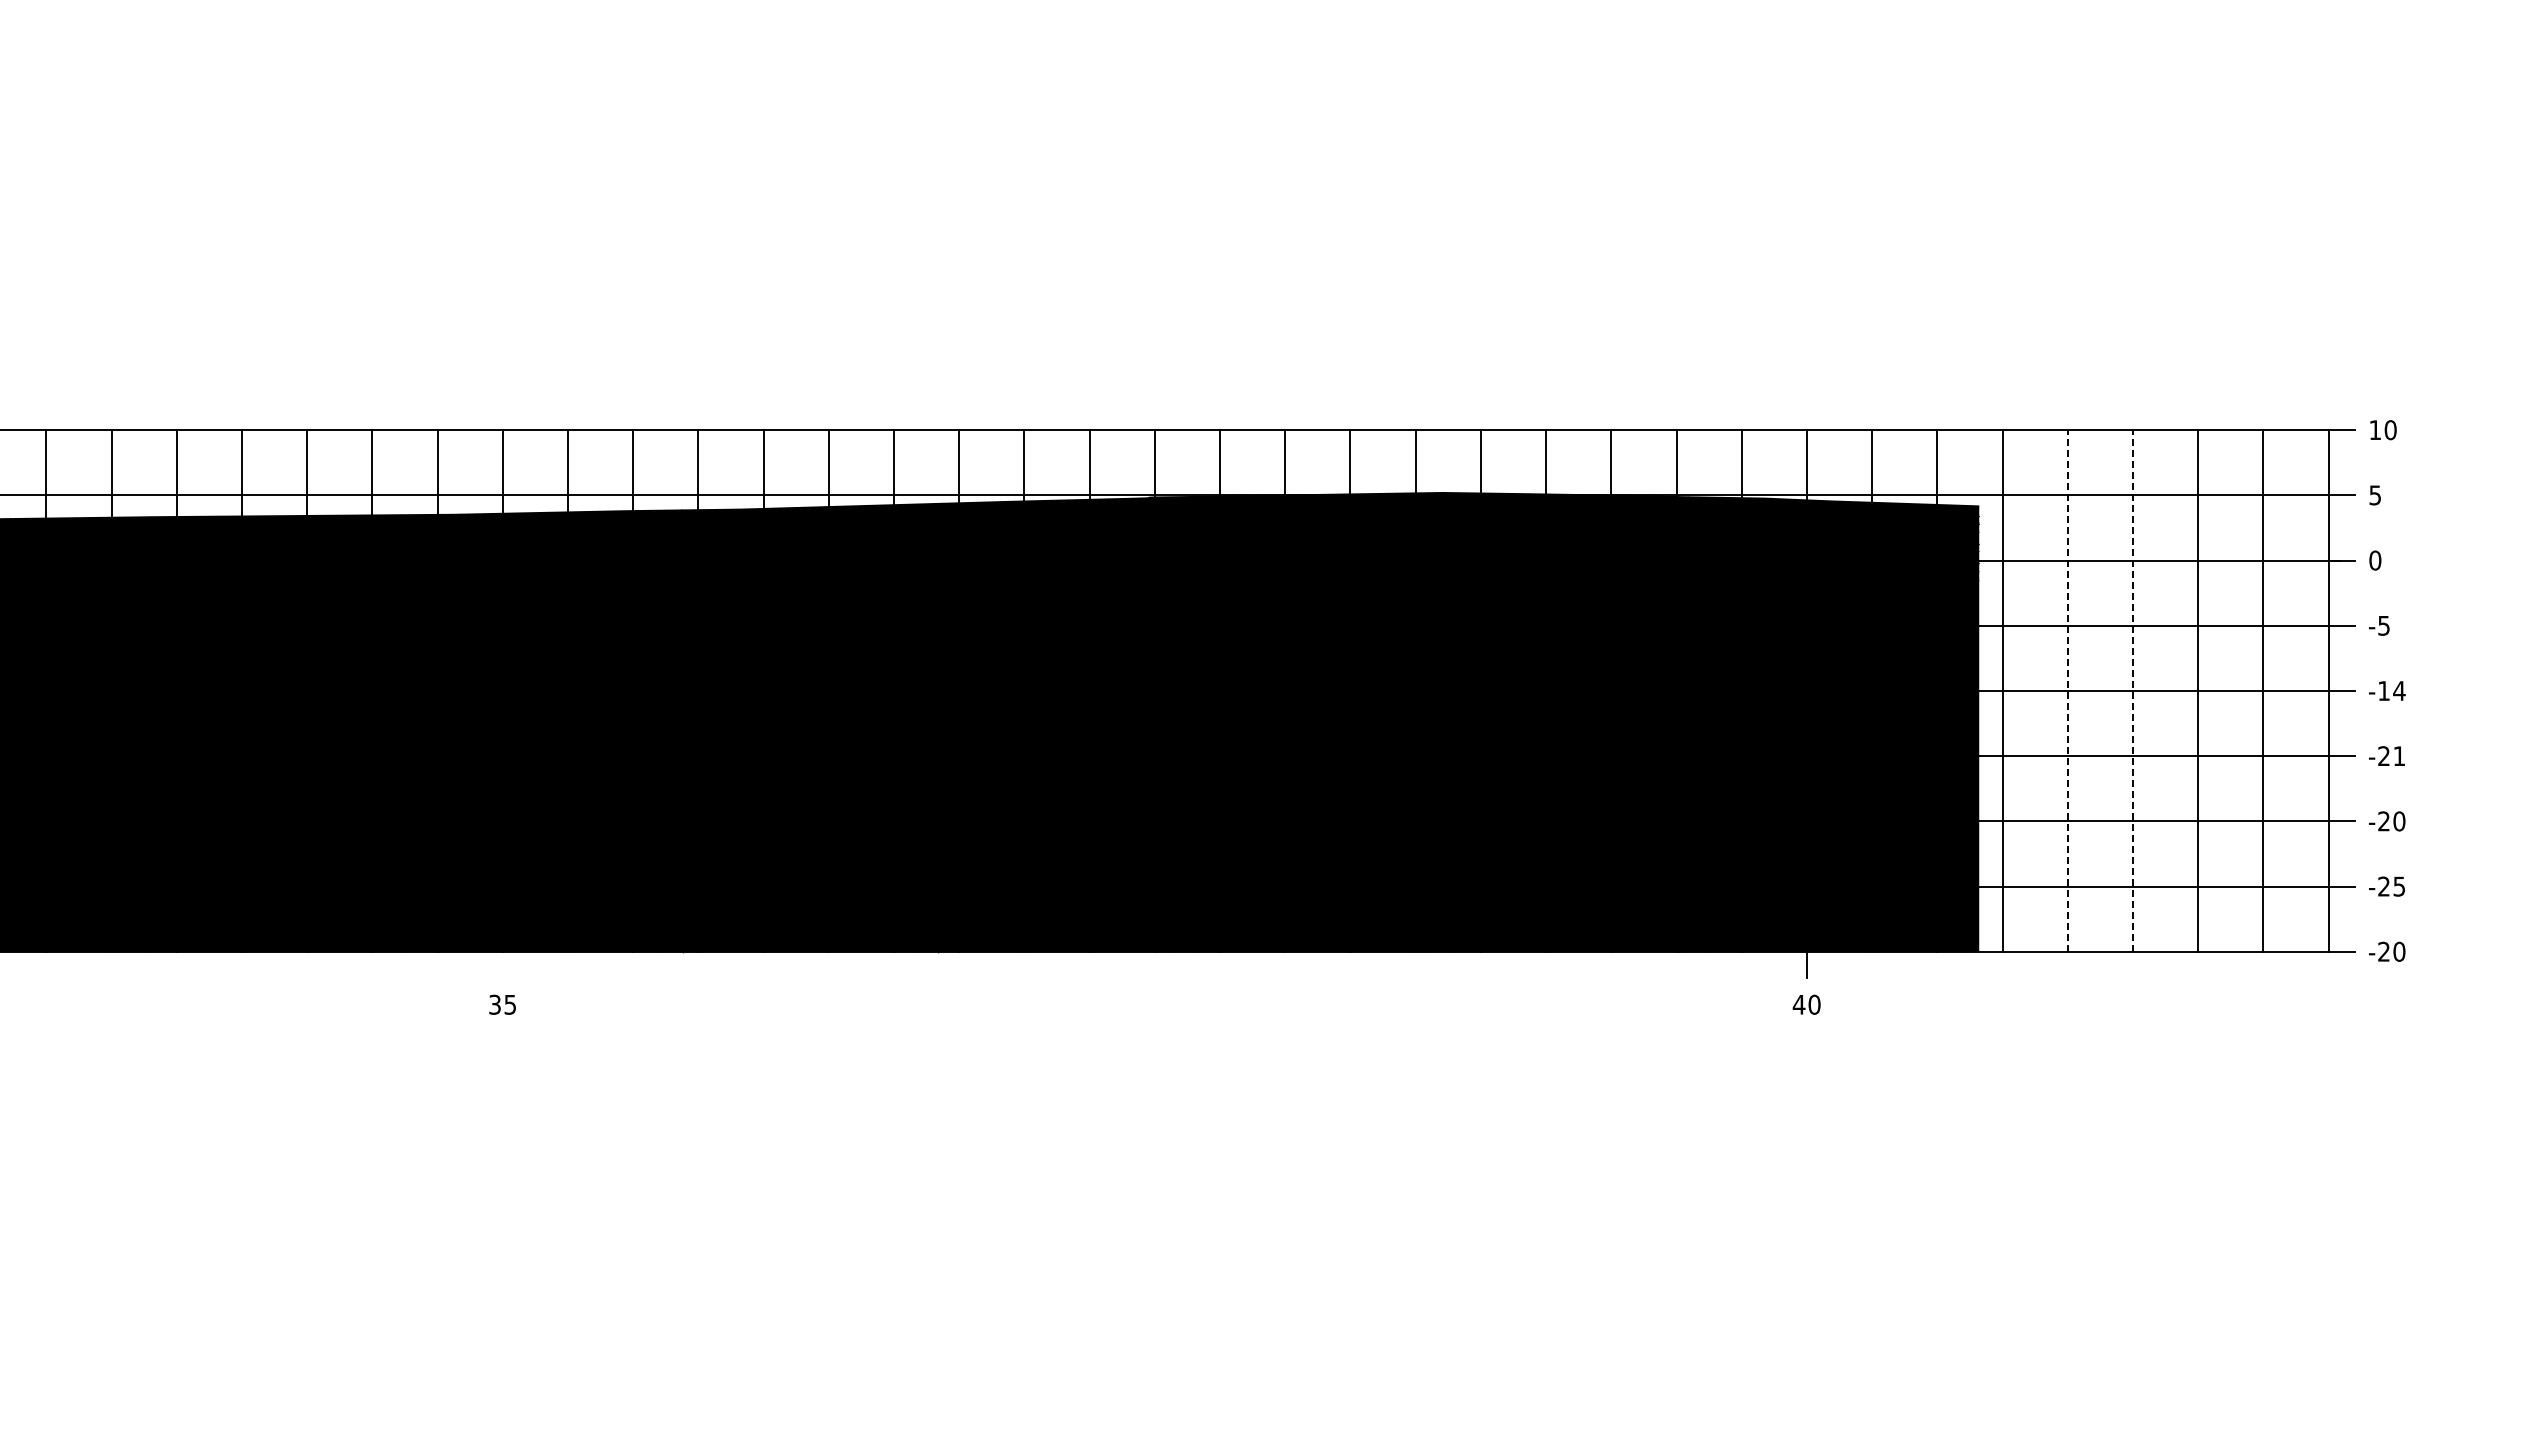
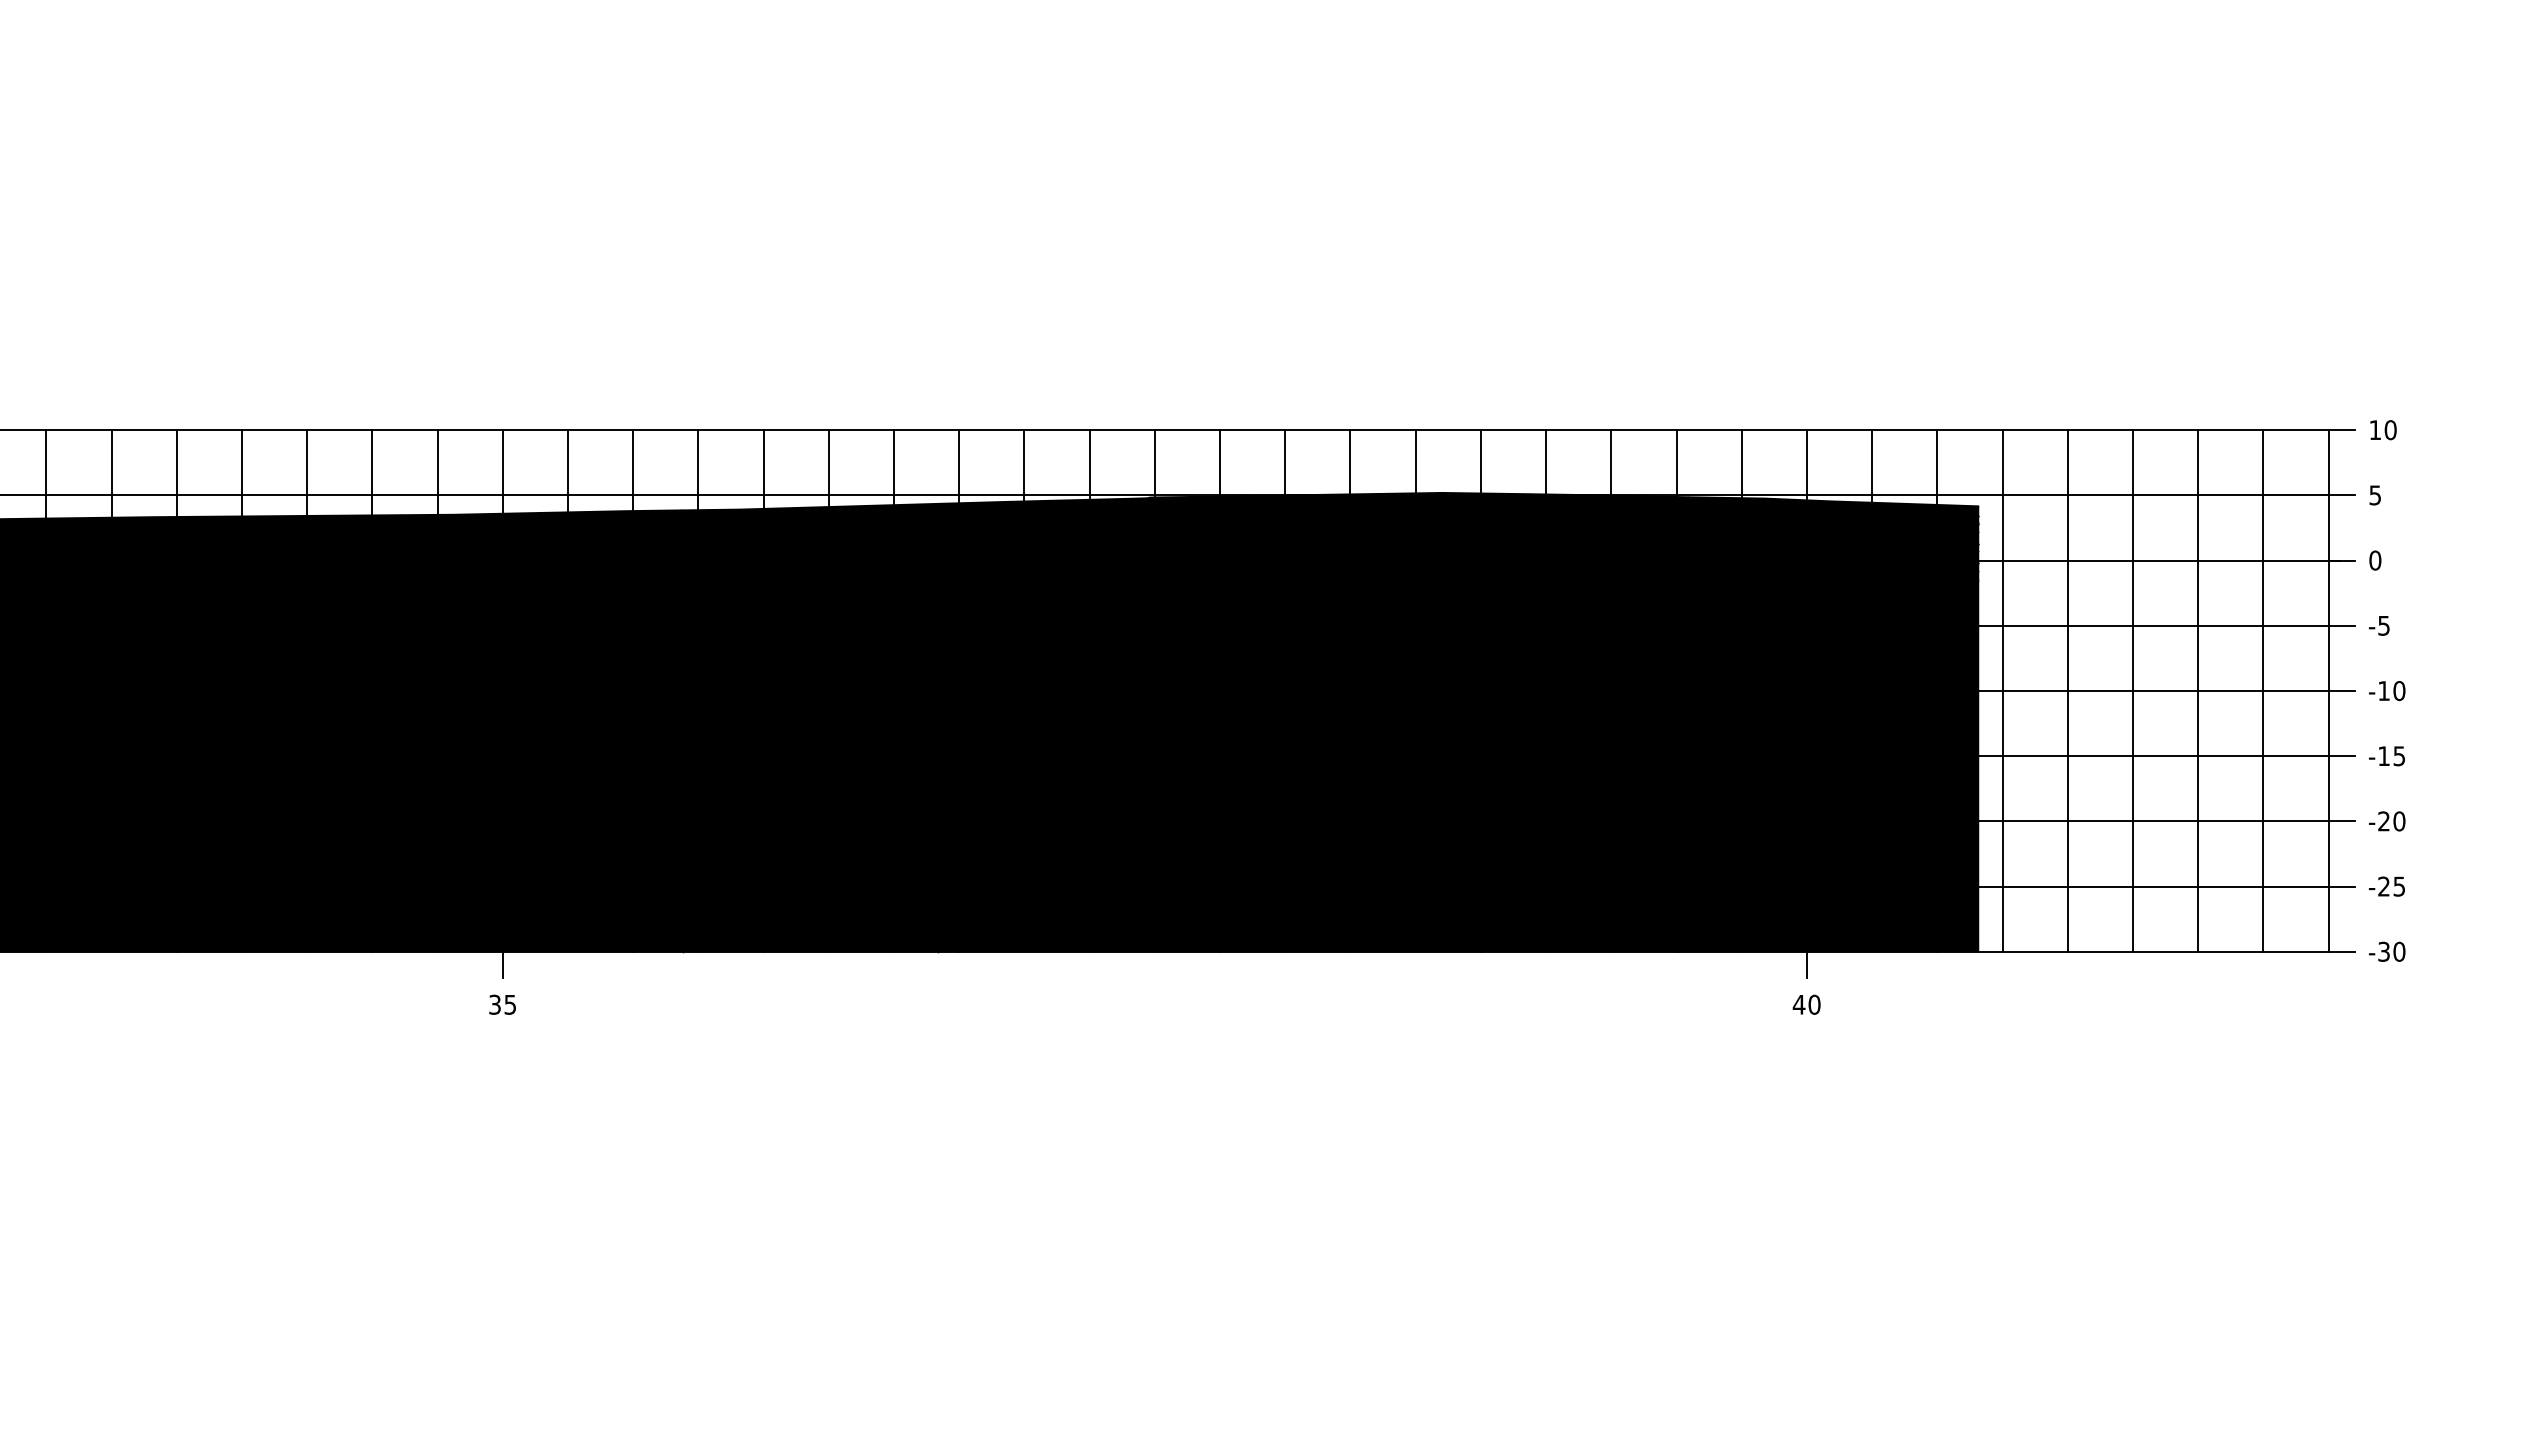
line at (2067, 691): dashed -> solid
line at (2132, 691): dashed -> solid
text at (2399, 691): -14 -> -10
text at (2391, 756): -21 -> -15
text at (2383, 951): -20 -> -30
line at (502, 964): none -> present
